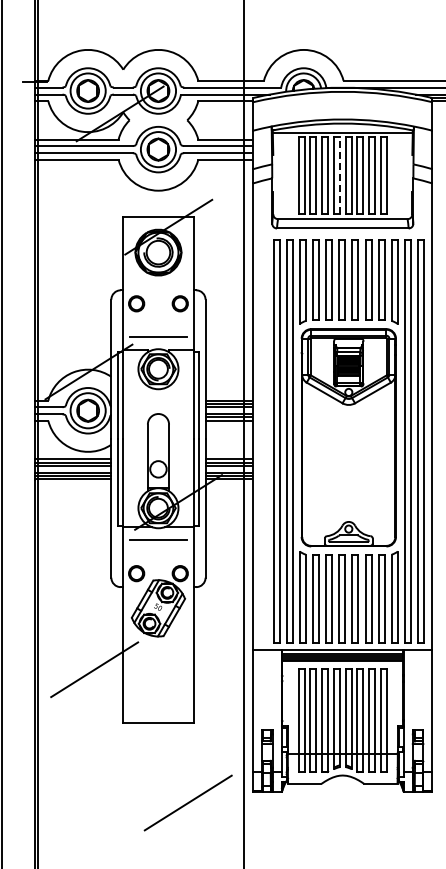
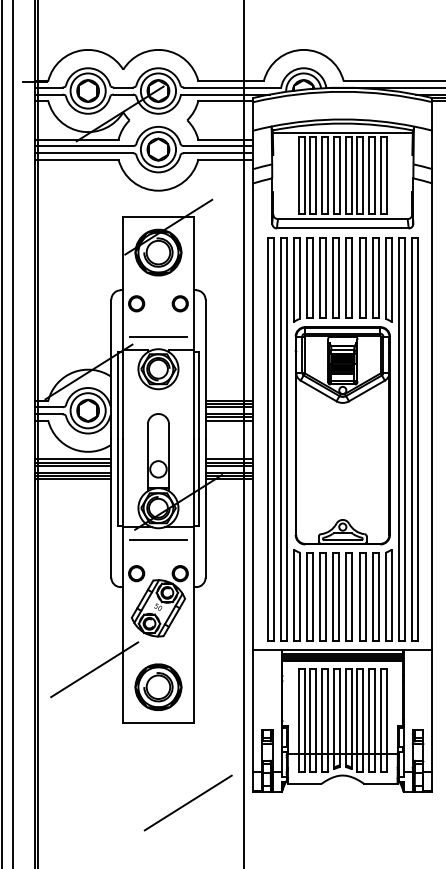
line at (339, 175): dashed -> solid
line at (13, 433): none -> present
part at (348, 441) position: (348, 441) -> (342, 439)
part at (158, 686): none -> present
